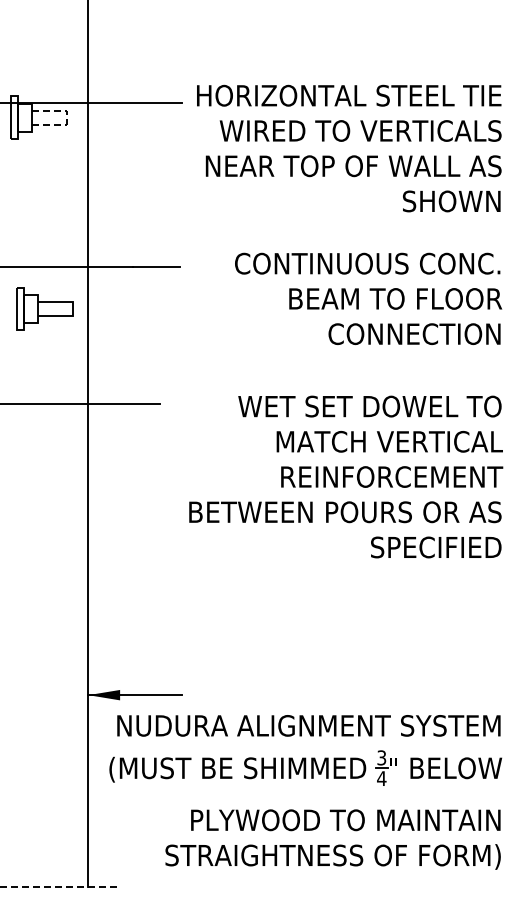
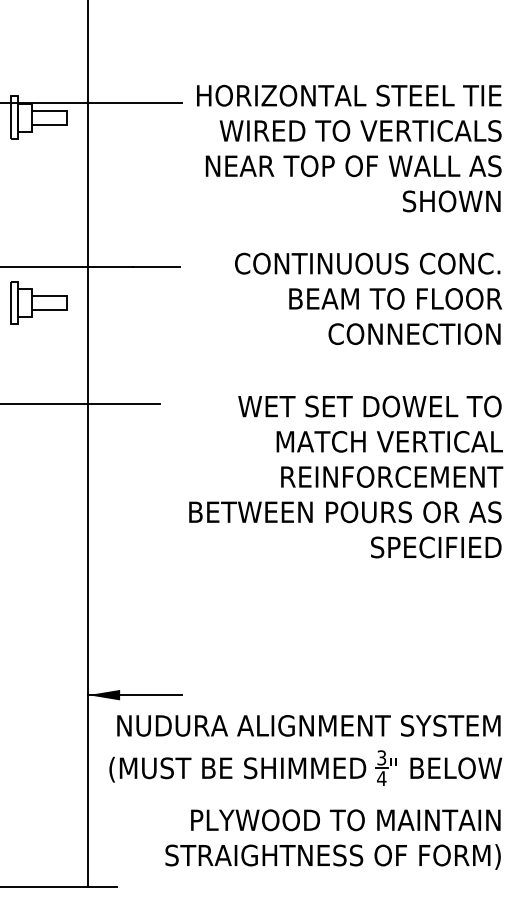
line at (66, 117): dashed -> solid
part at (44, 308) position: (44, 308) -> (38, 302)
line at (58, 886): dashed -> solid
